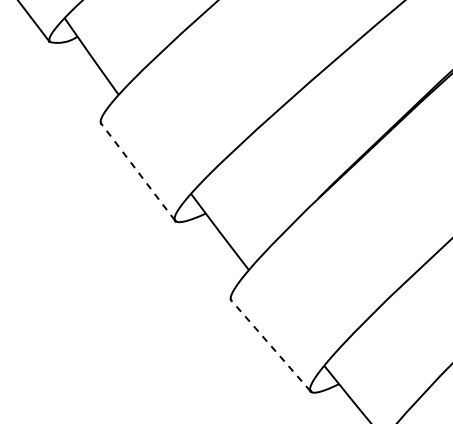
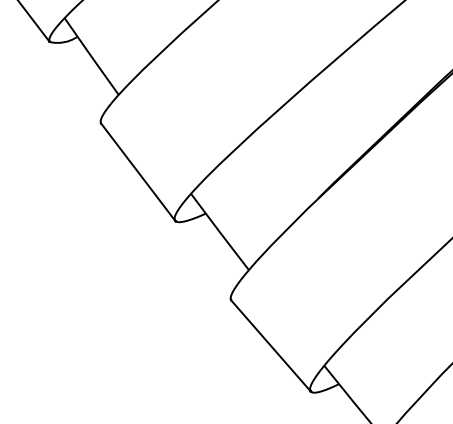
line at (138, 172): dashed -> solid
line at (270, 345): dashed -> solid
